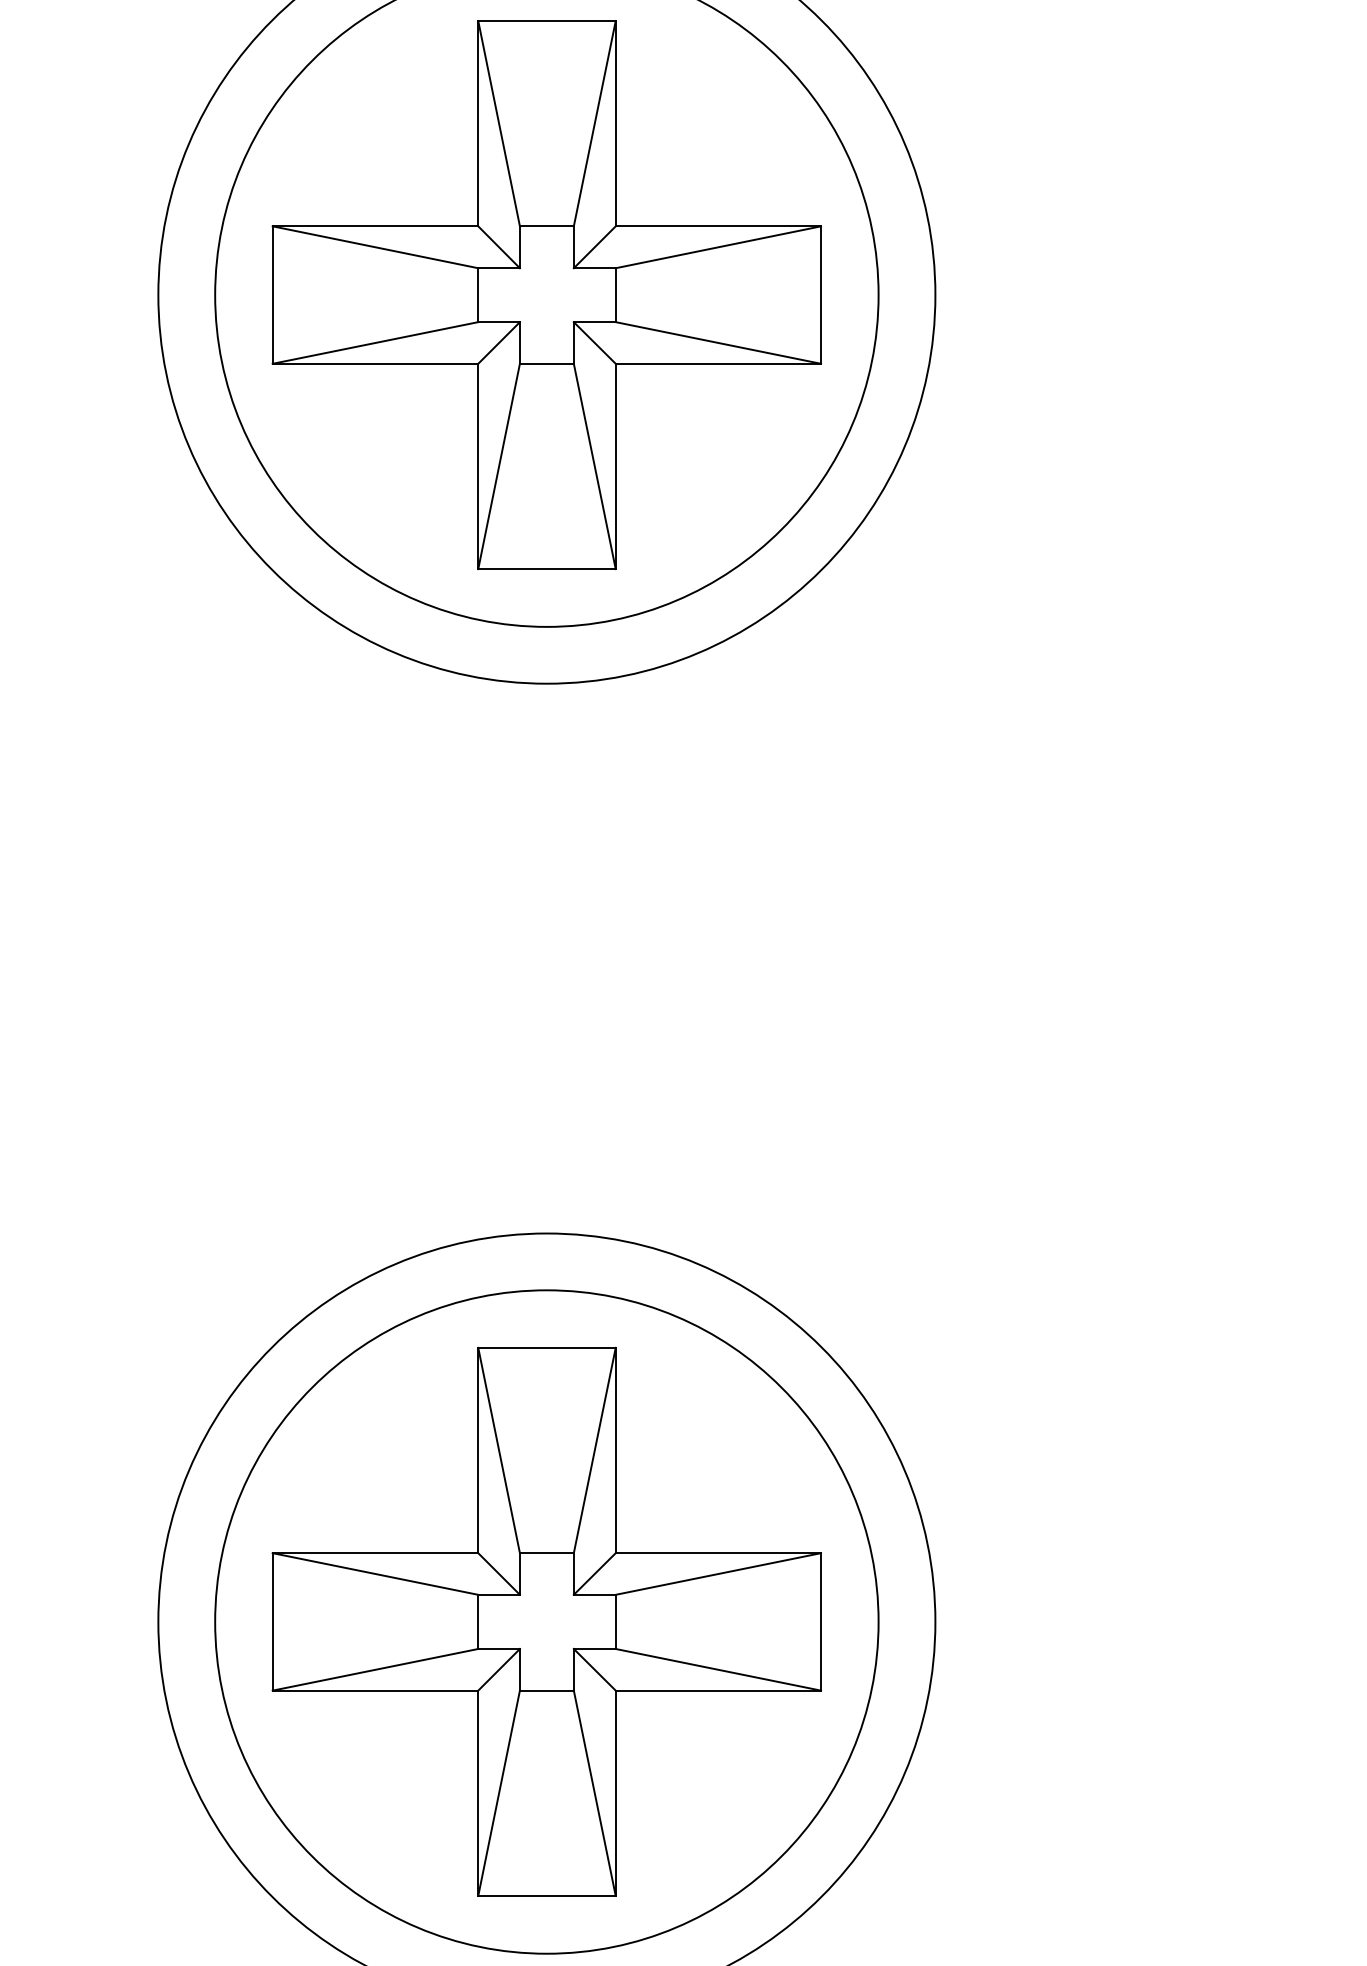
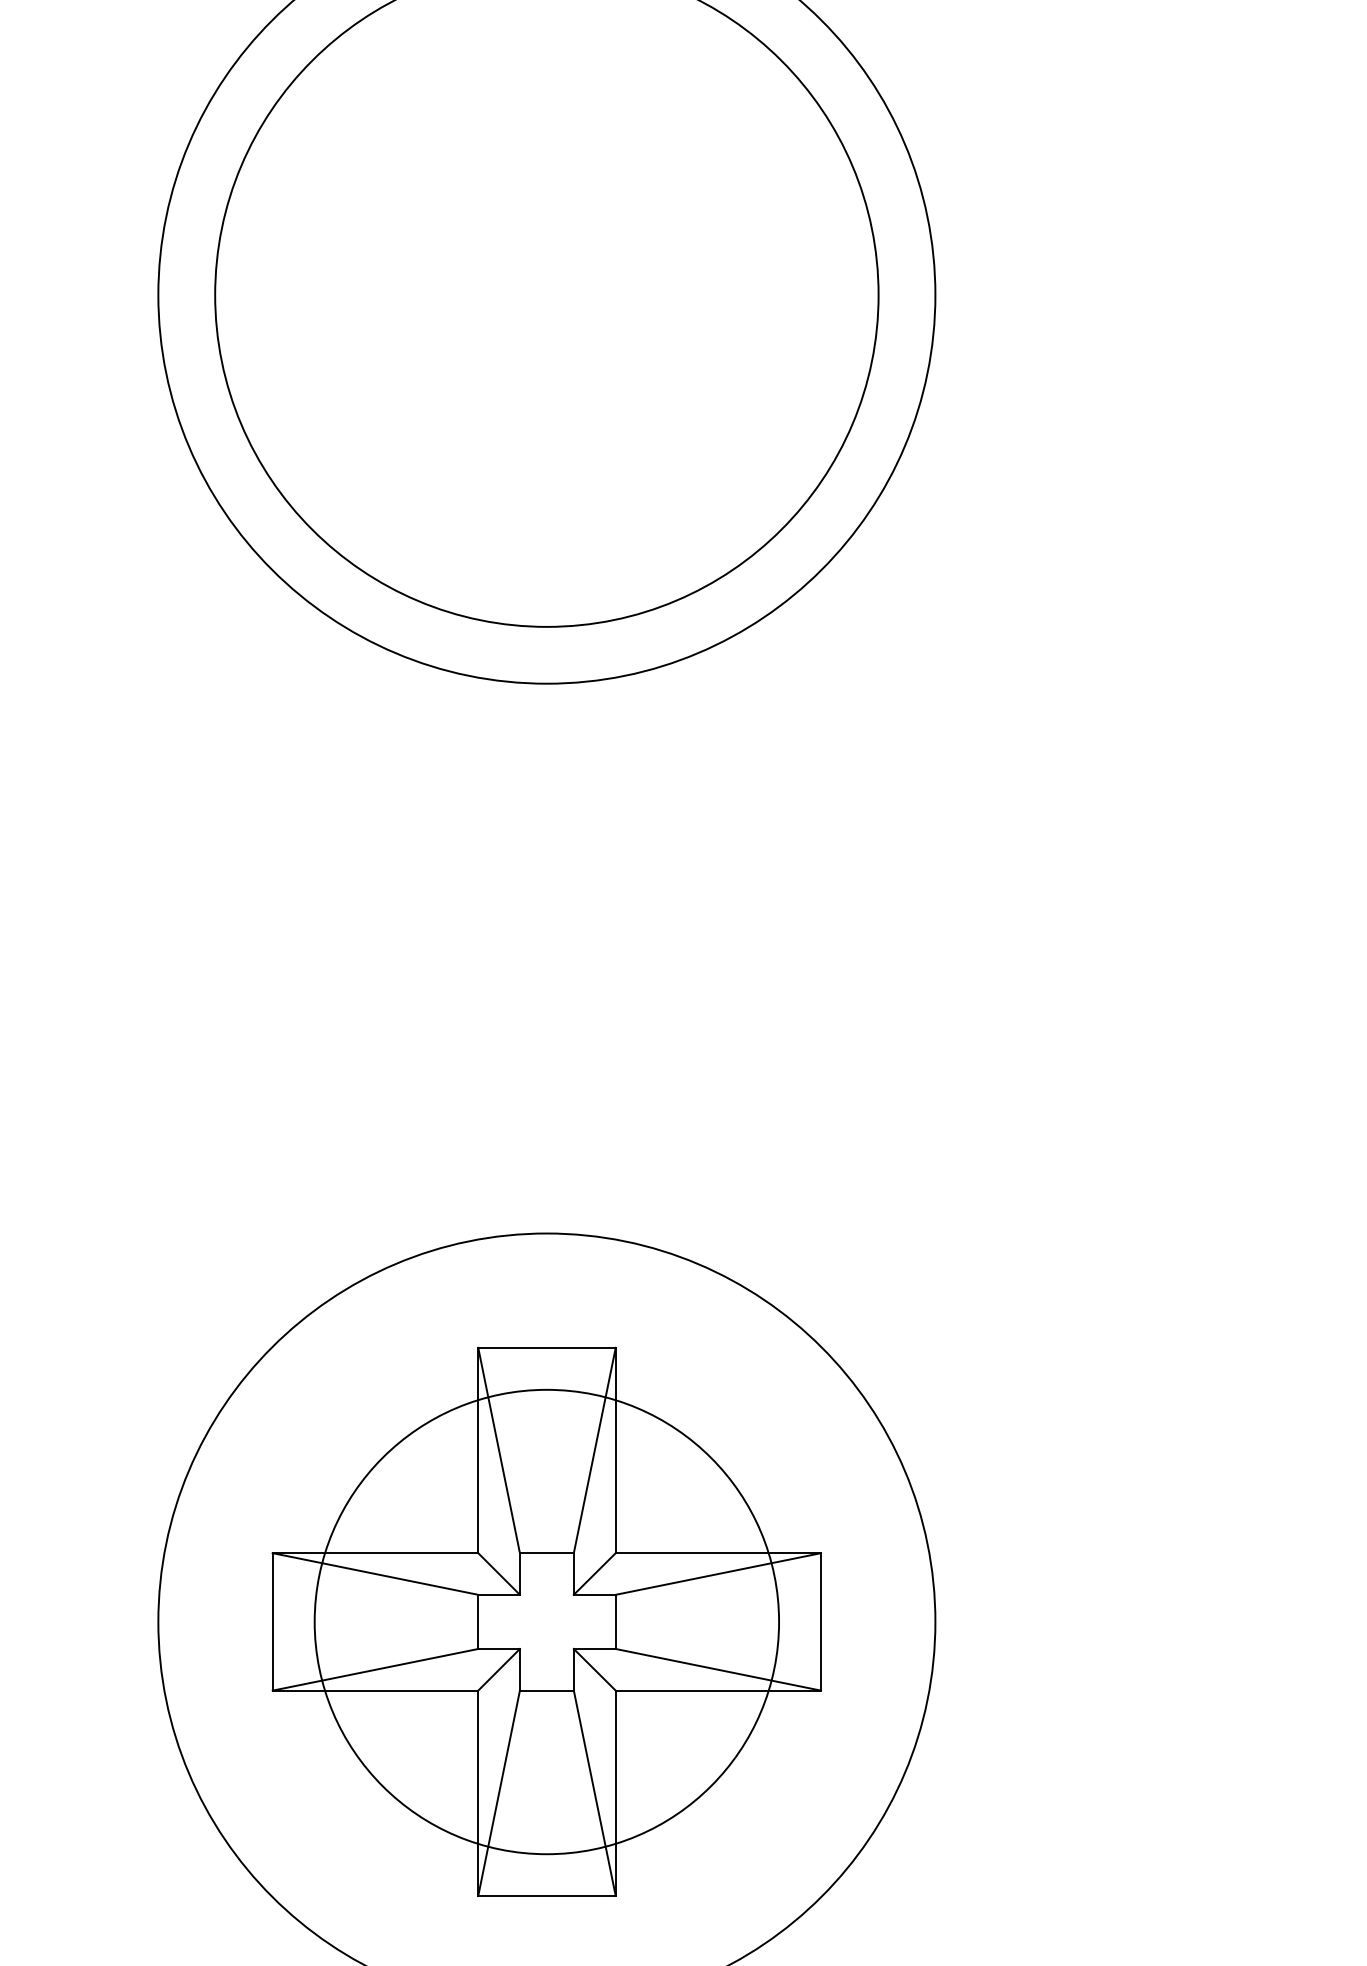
part at (546, 295): present -> none
circle at (546, 1621) diameter: 663 px -> 464 px
